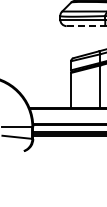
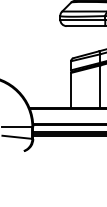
line at (86, 26): dashed -> solid
